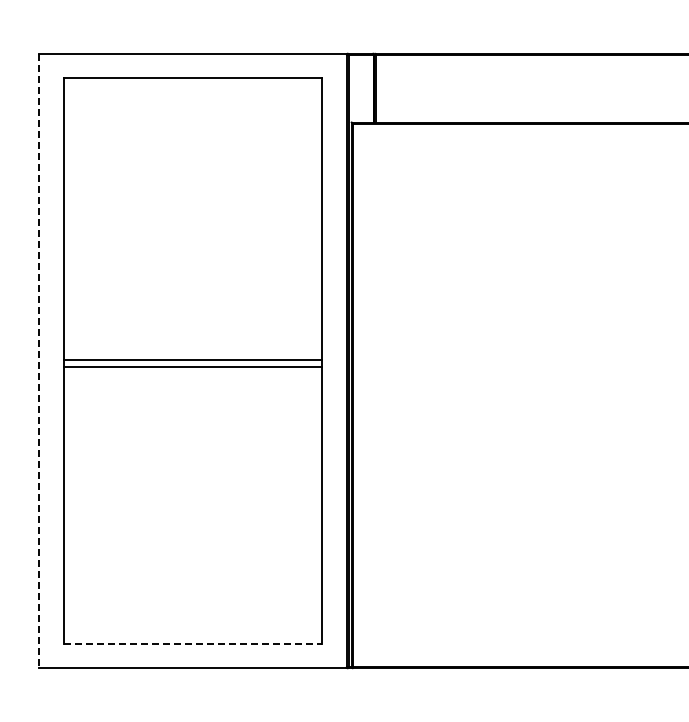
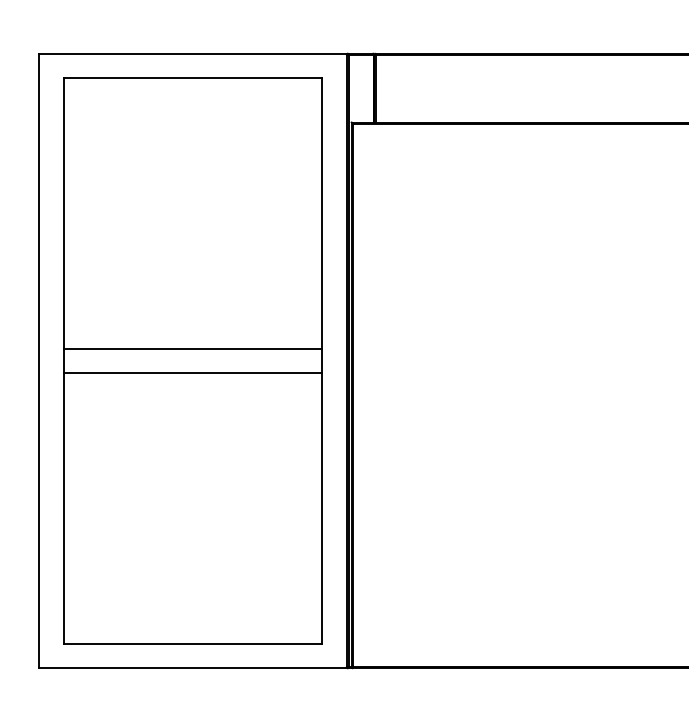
line at (192, 359) position: (192, 359) -> (192, 348)
line at (39, 361): dashed -> solid
line at (192, 367) position: (192, 367) -> (192, 373)
line at (193, 643): dashed -> solid
